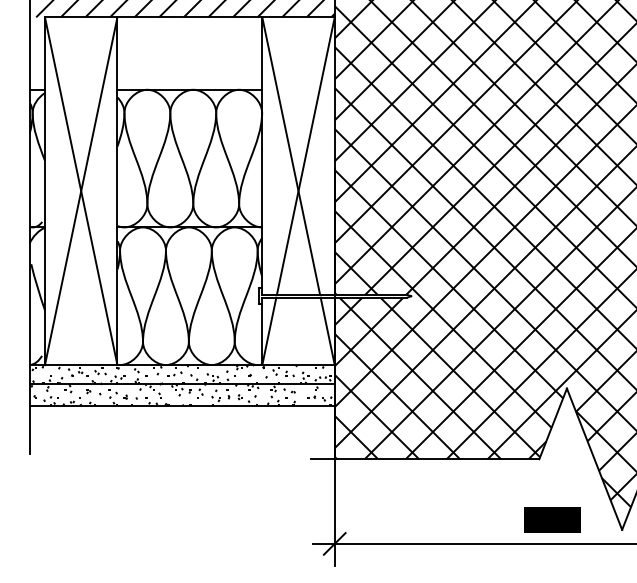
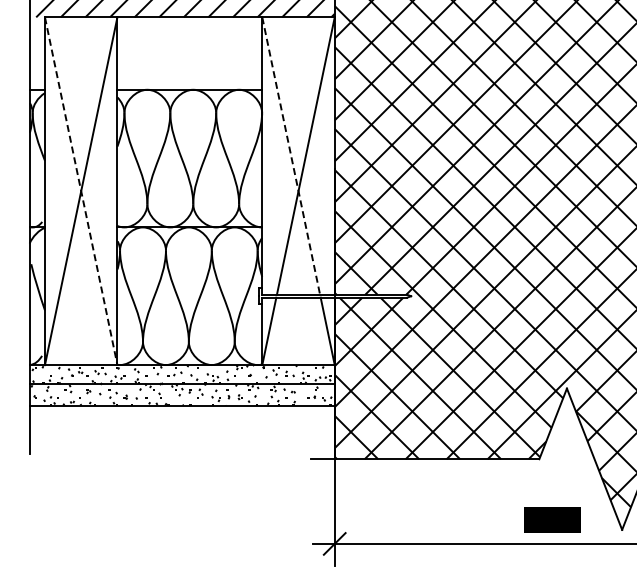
line at (291, 156): solid -> dashed
line at (81, 191): solid -> dashed
